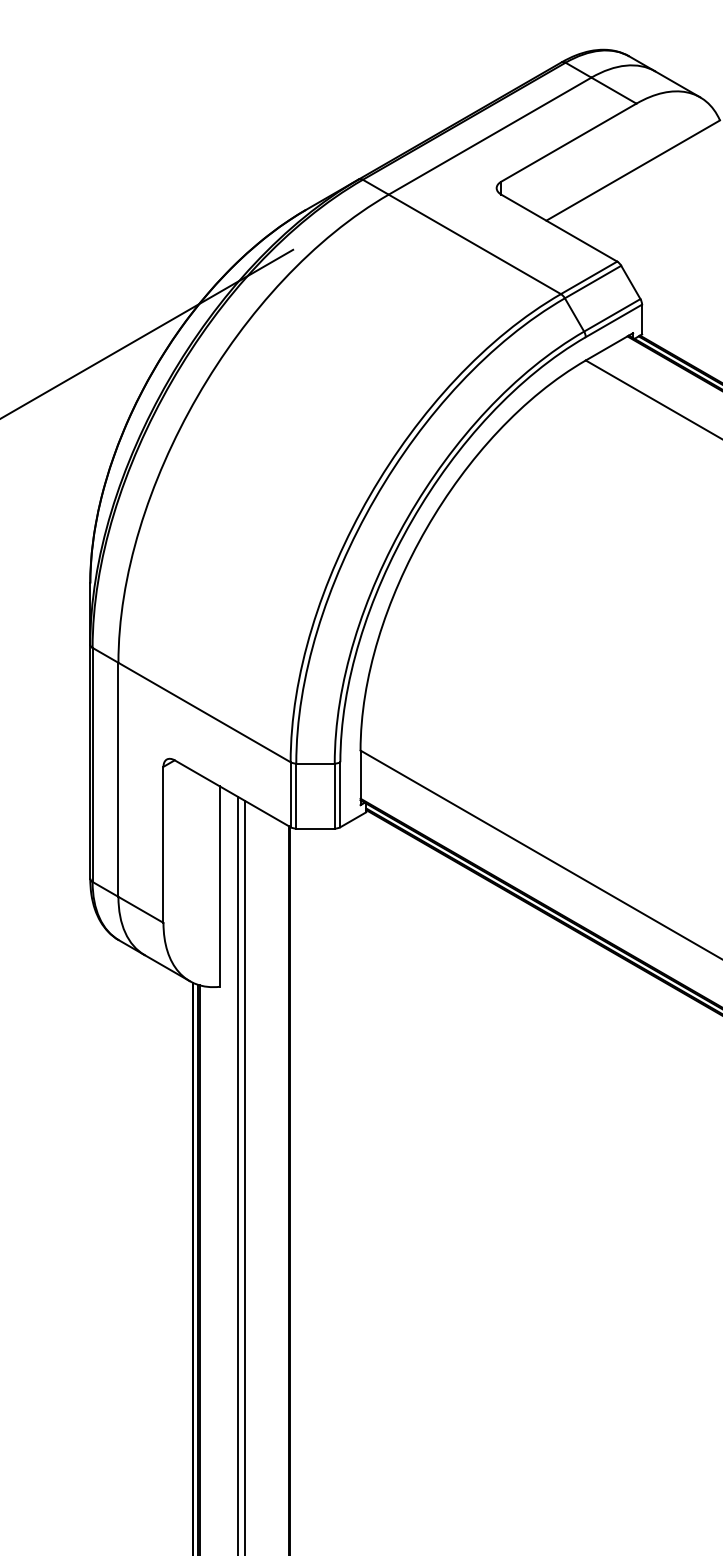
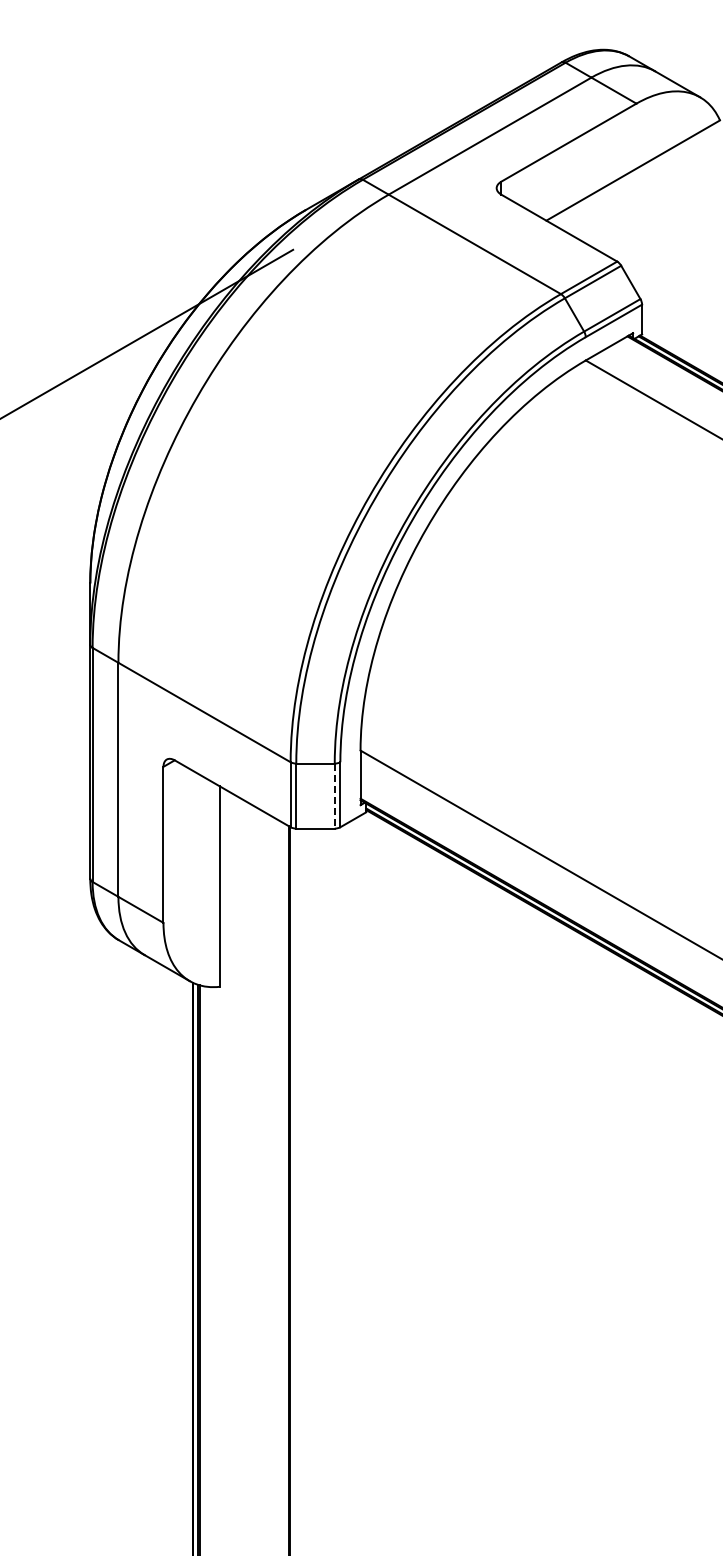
line at (334, 796): solid -> dashed
line at (237, 1174): present -> none
line at (244, 1176): present -> none
